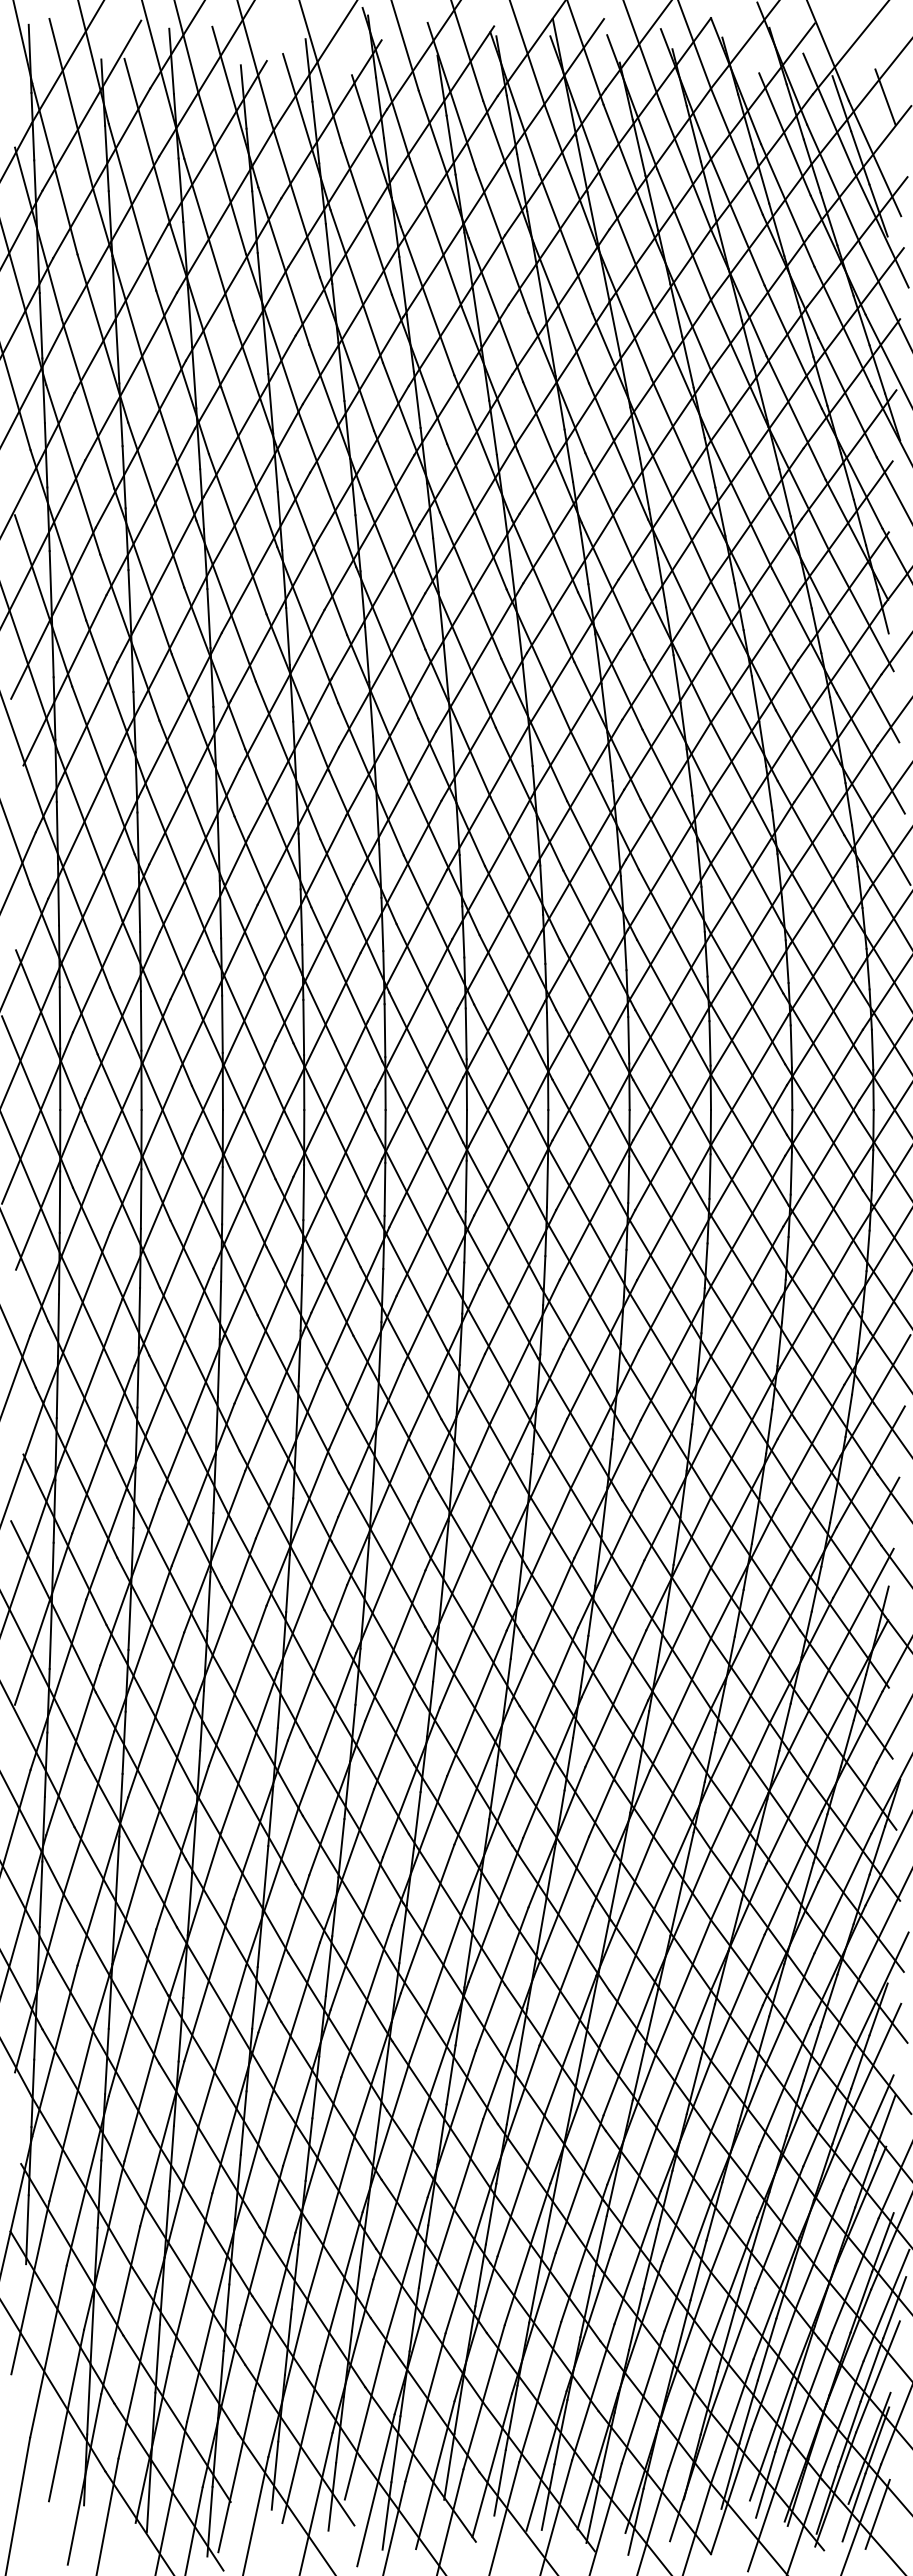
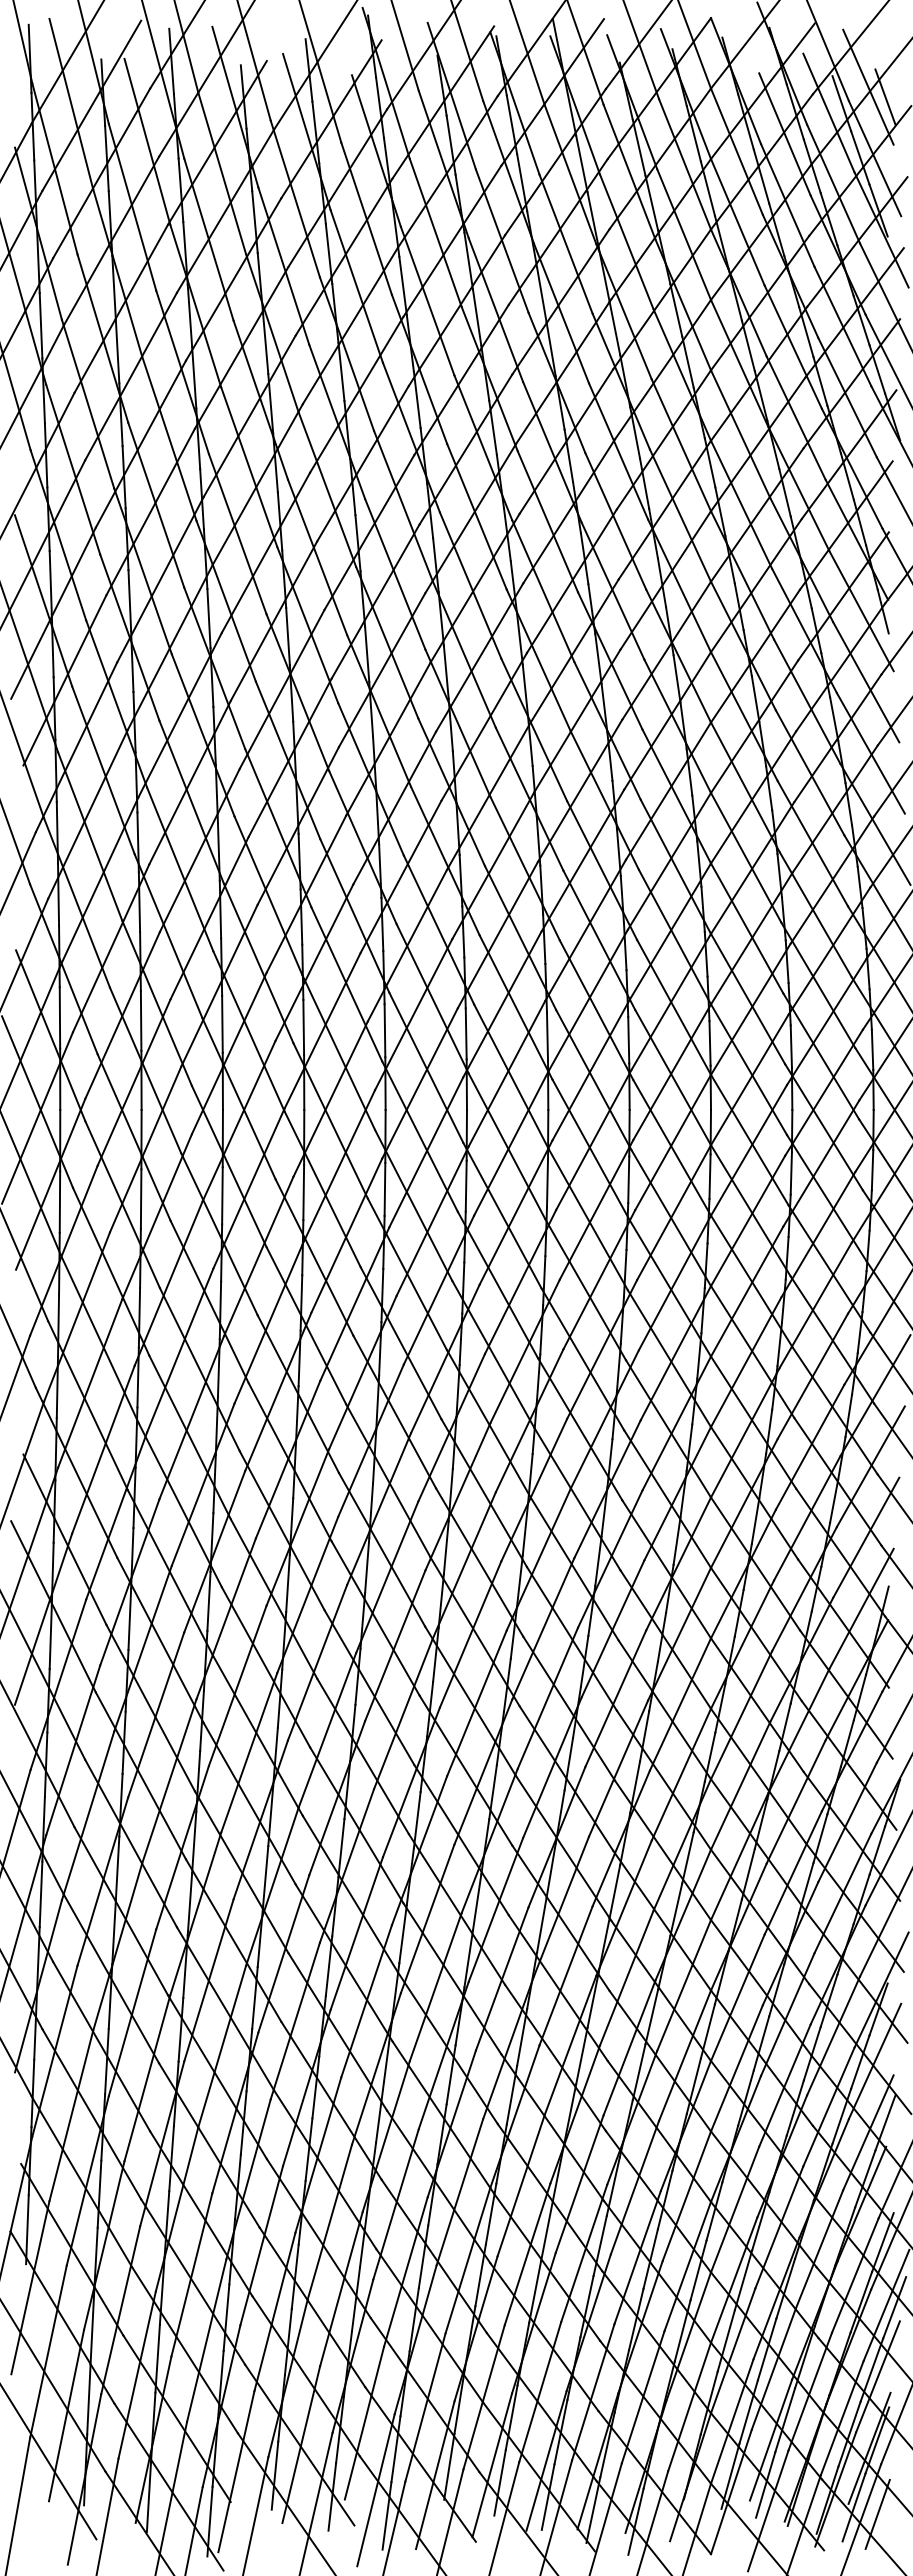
line at (868, 86): none -> present
line at (49, 2463): none -> present
